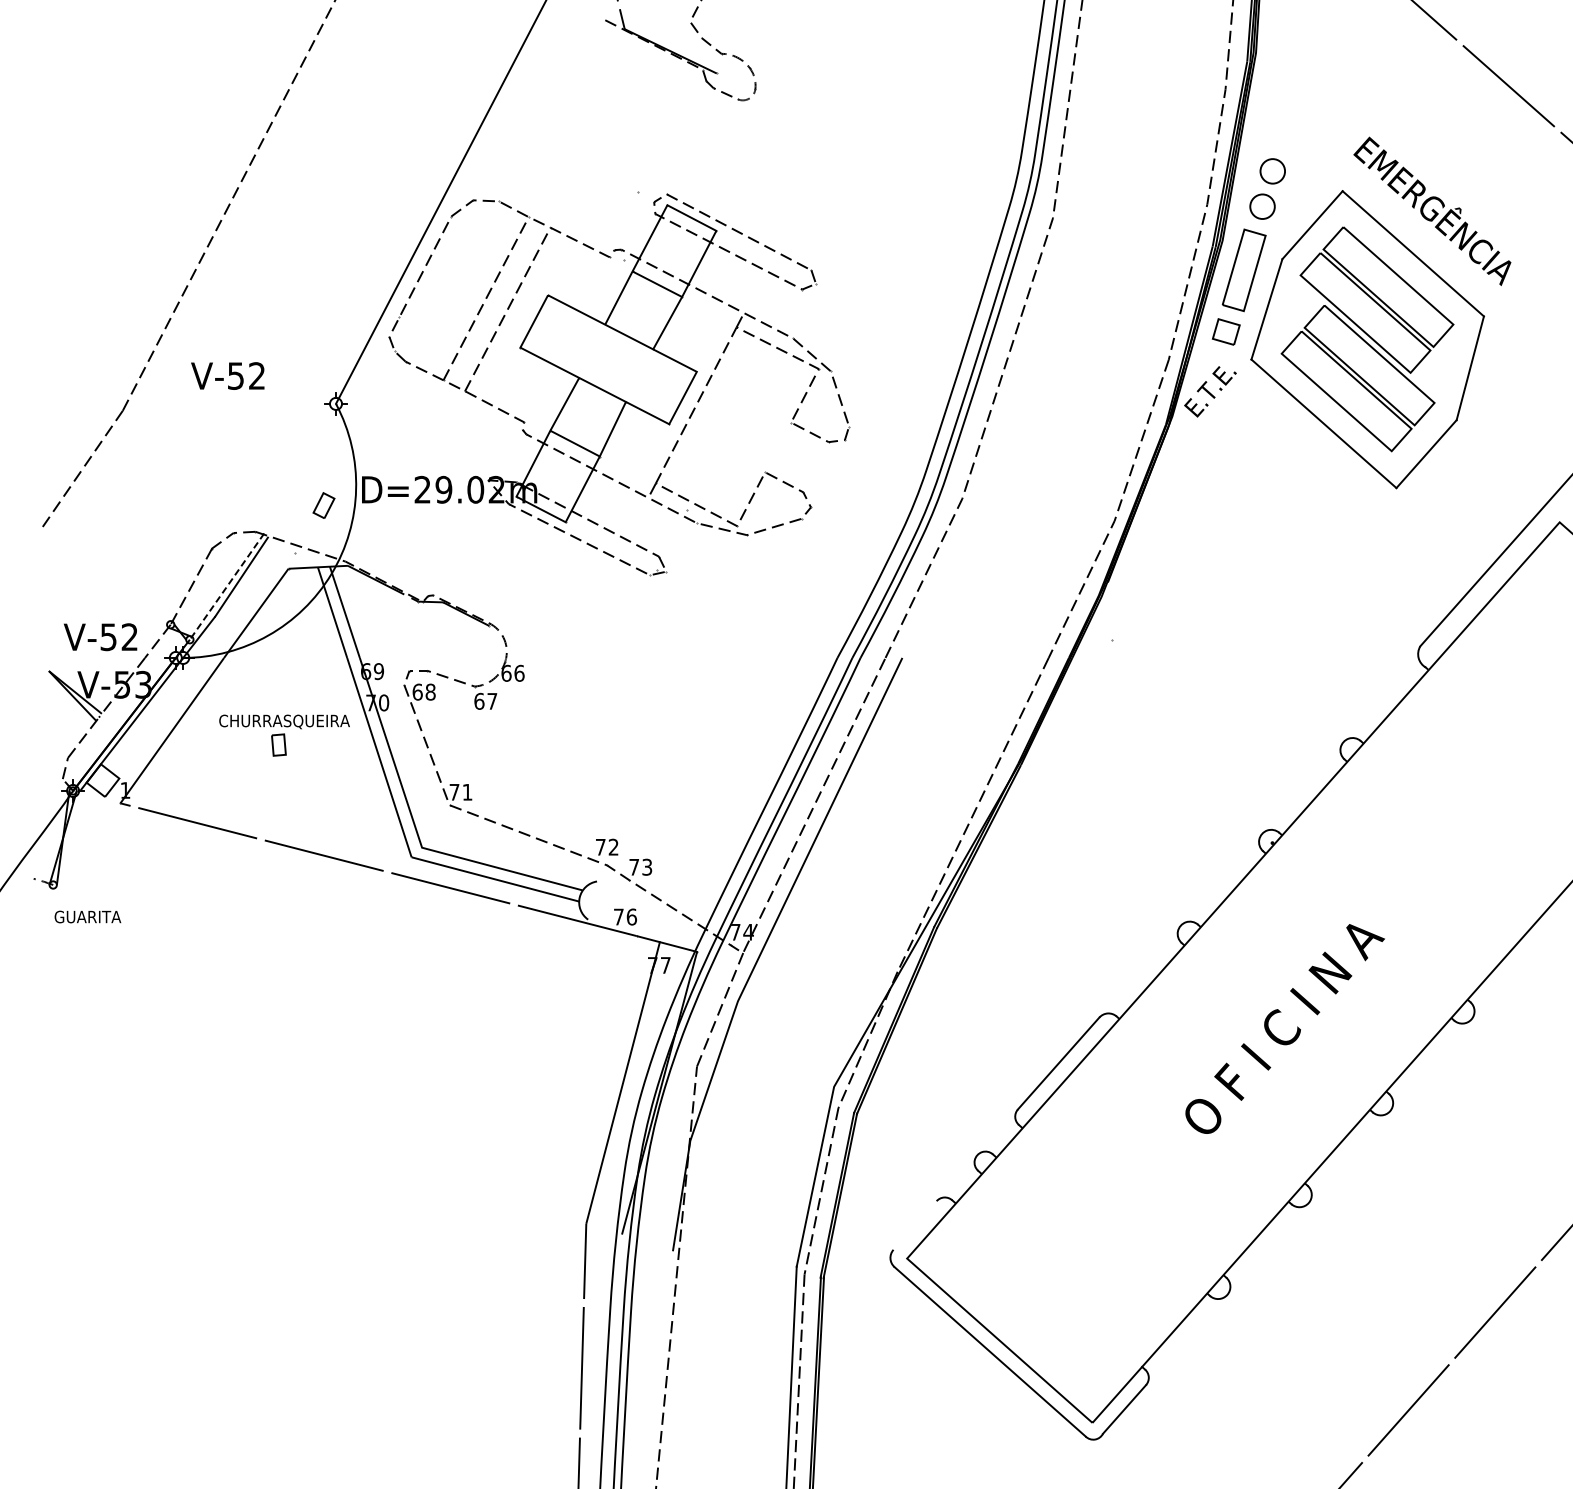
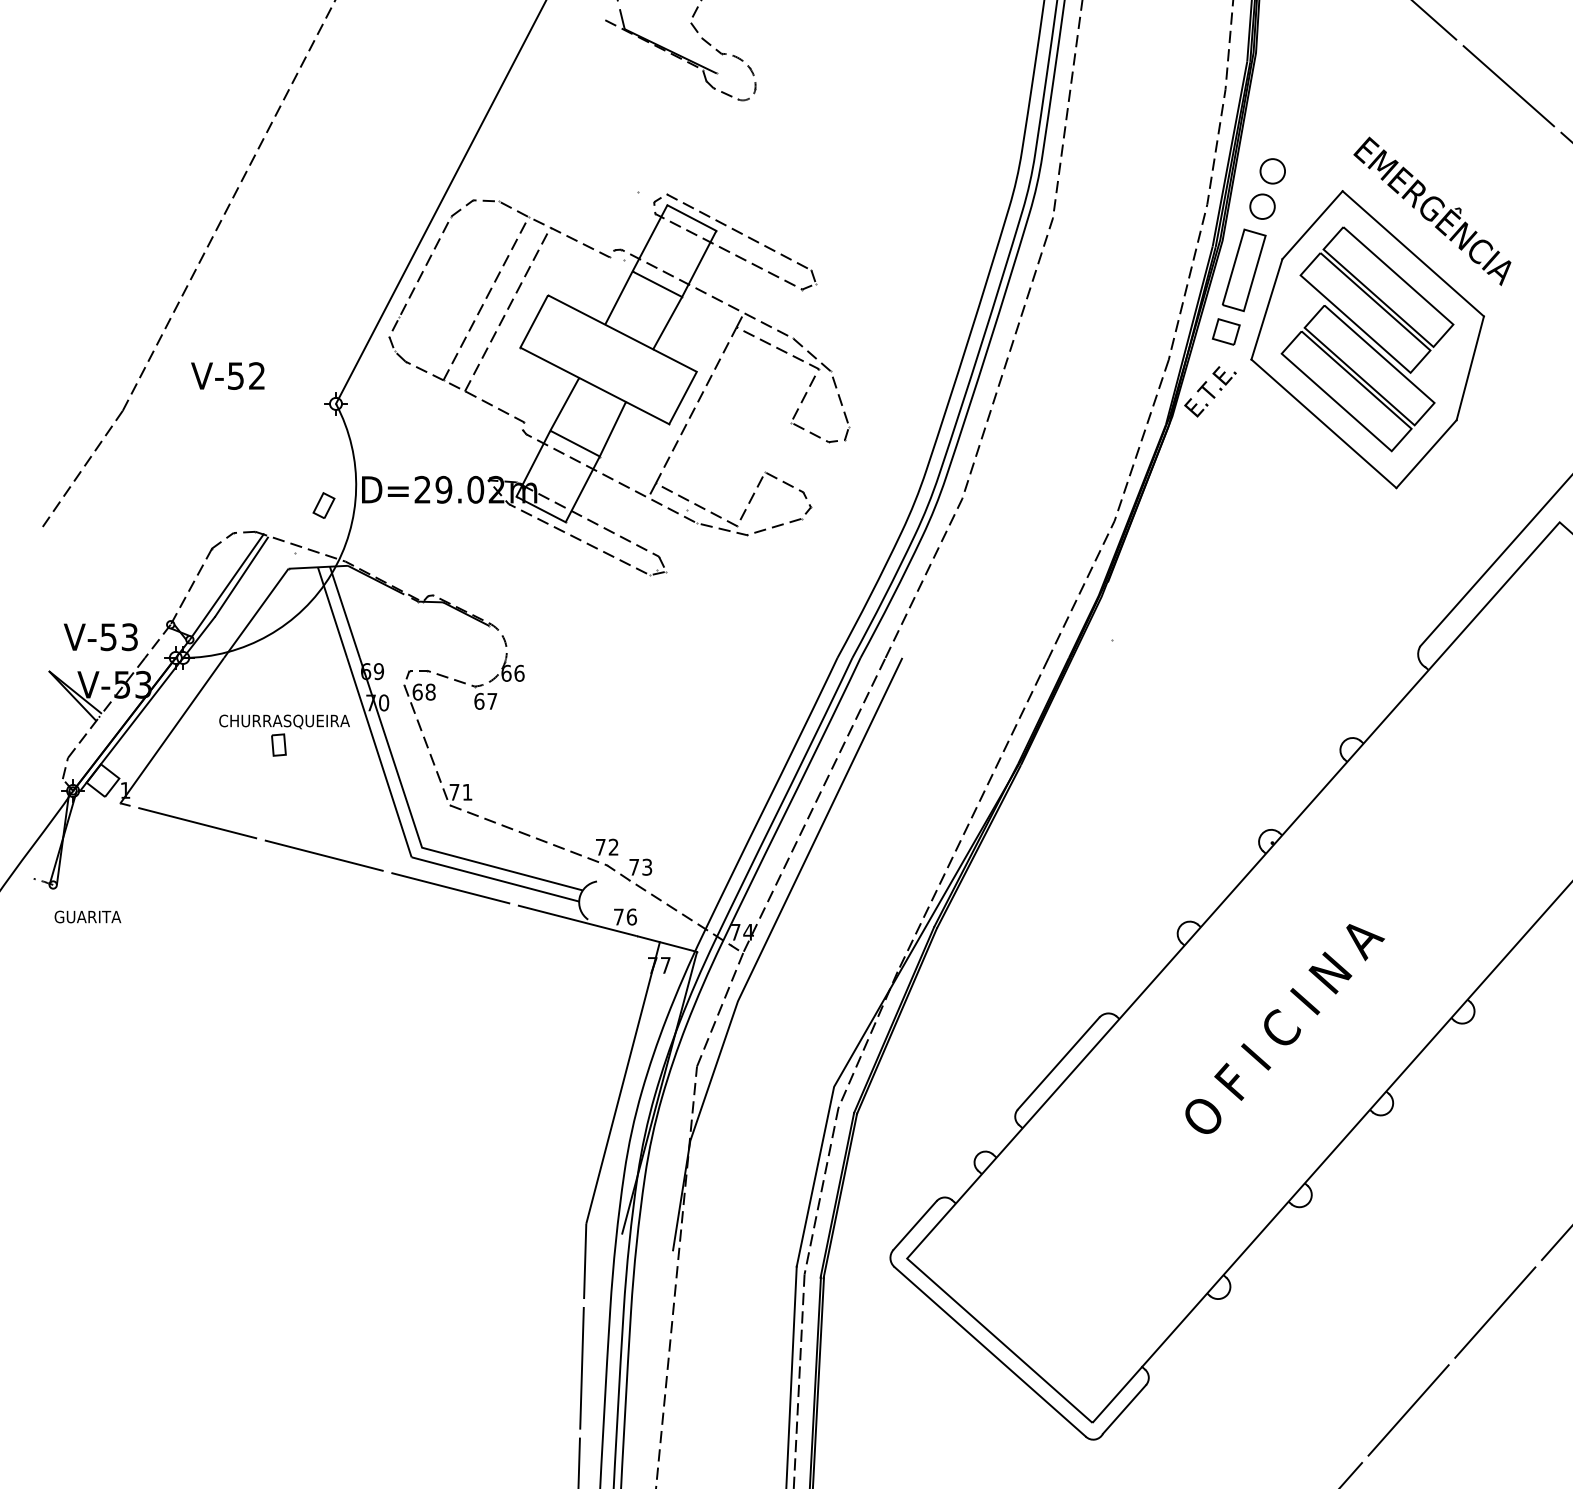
line at (227, 586): dashed -> solid
text at (129, 637): V-52 -> V-53
line at (914, 1225): none -> present
